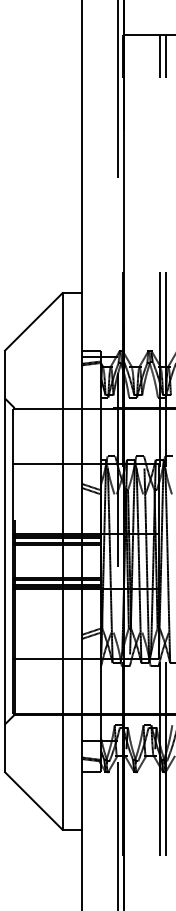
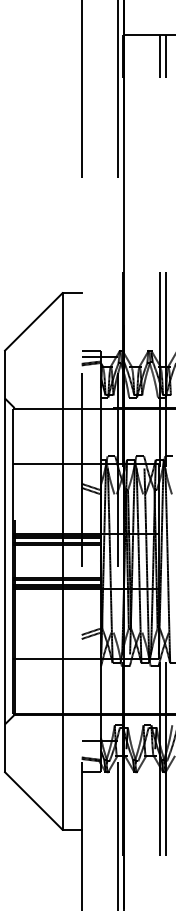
line at (81, 456): solid -> dashed
